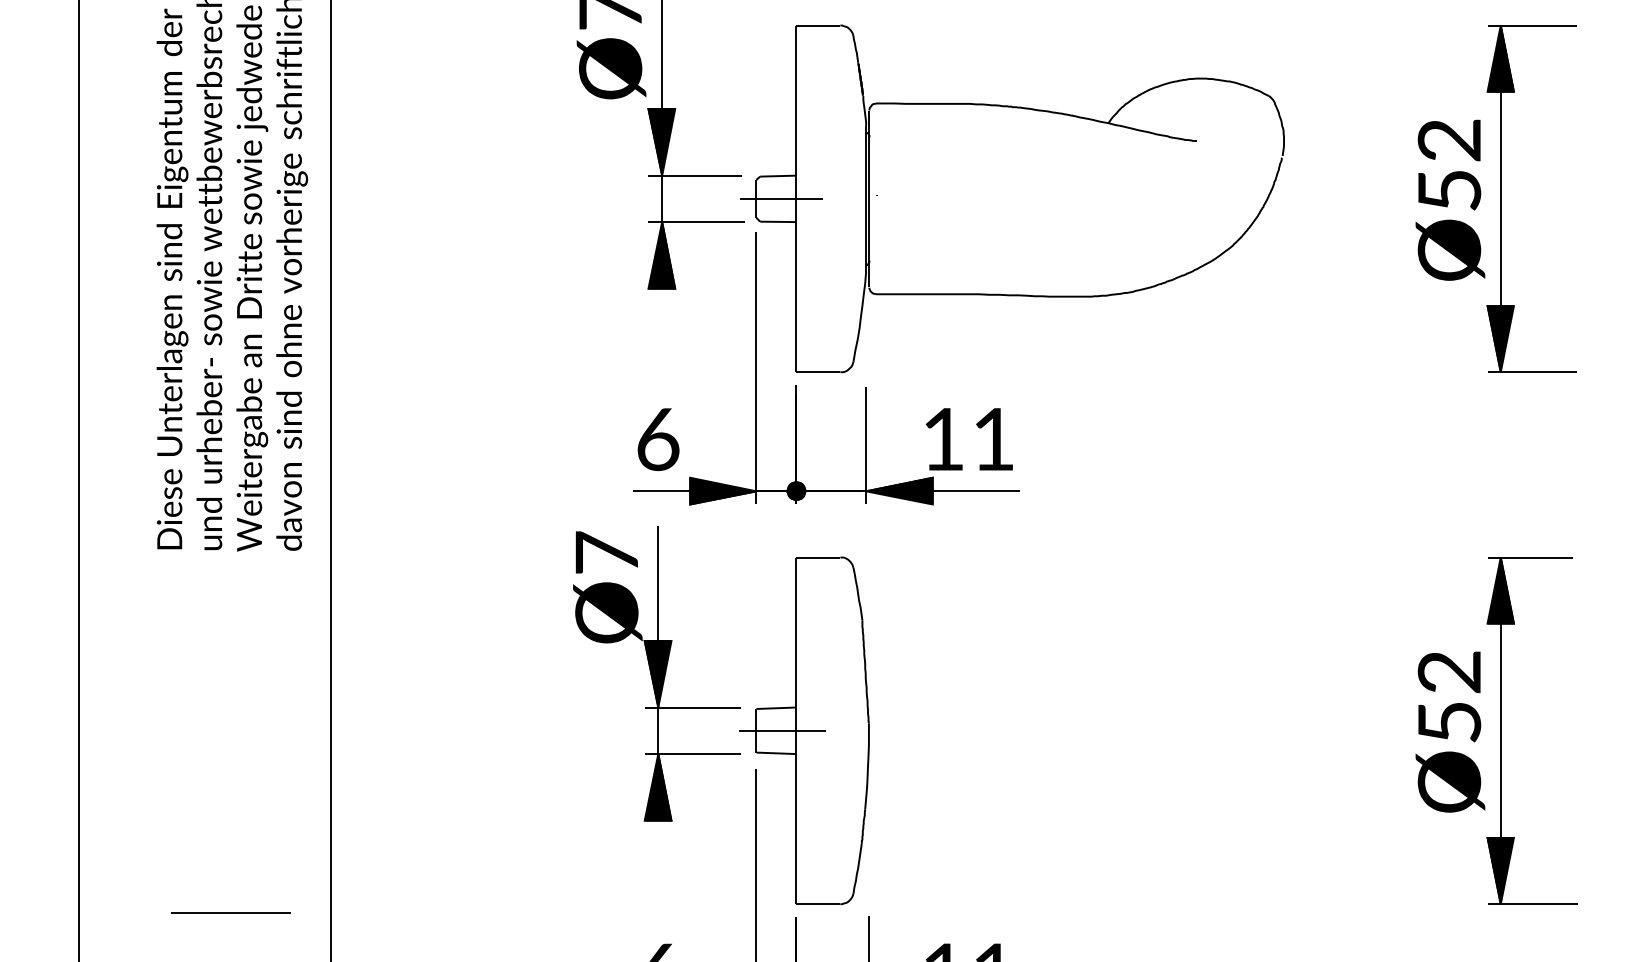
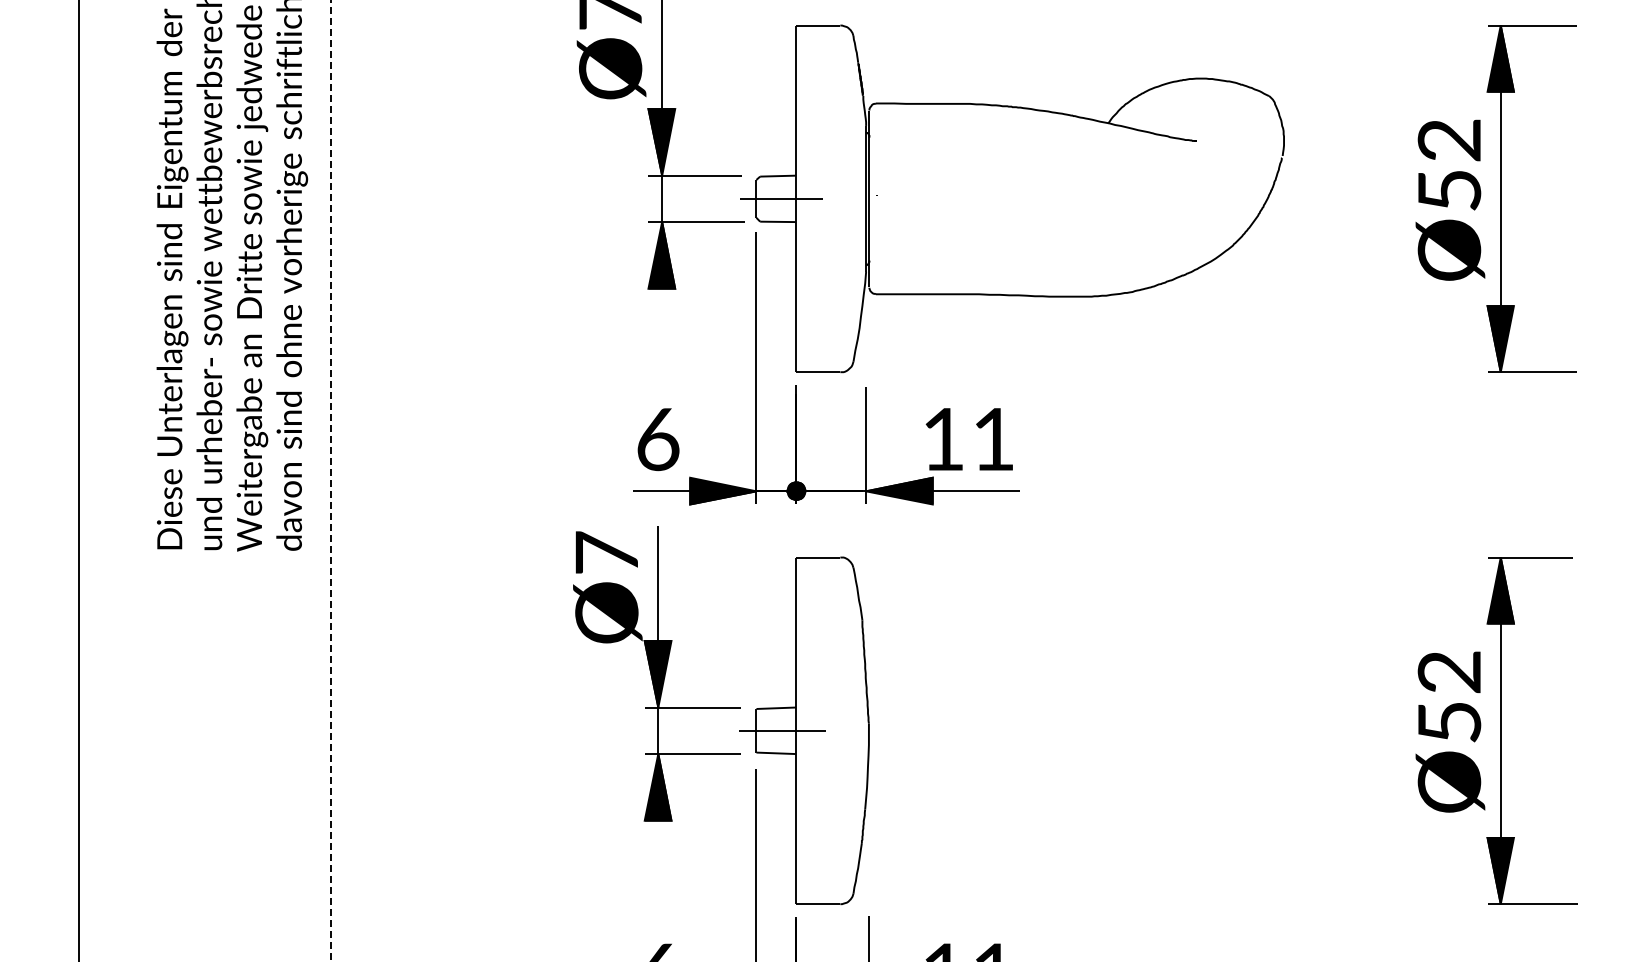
line at (330, 481): solid -> dashed
line at (230, 912): present -> none
